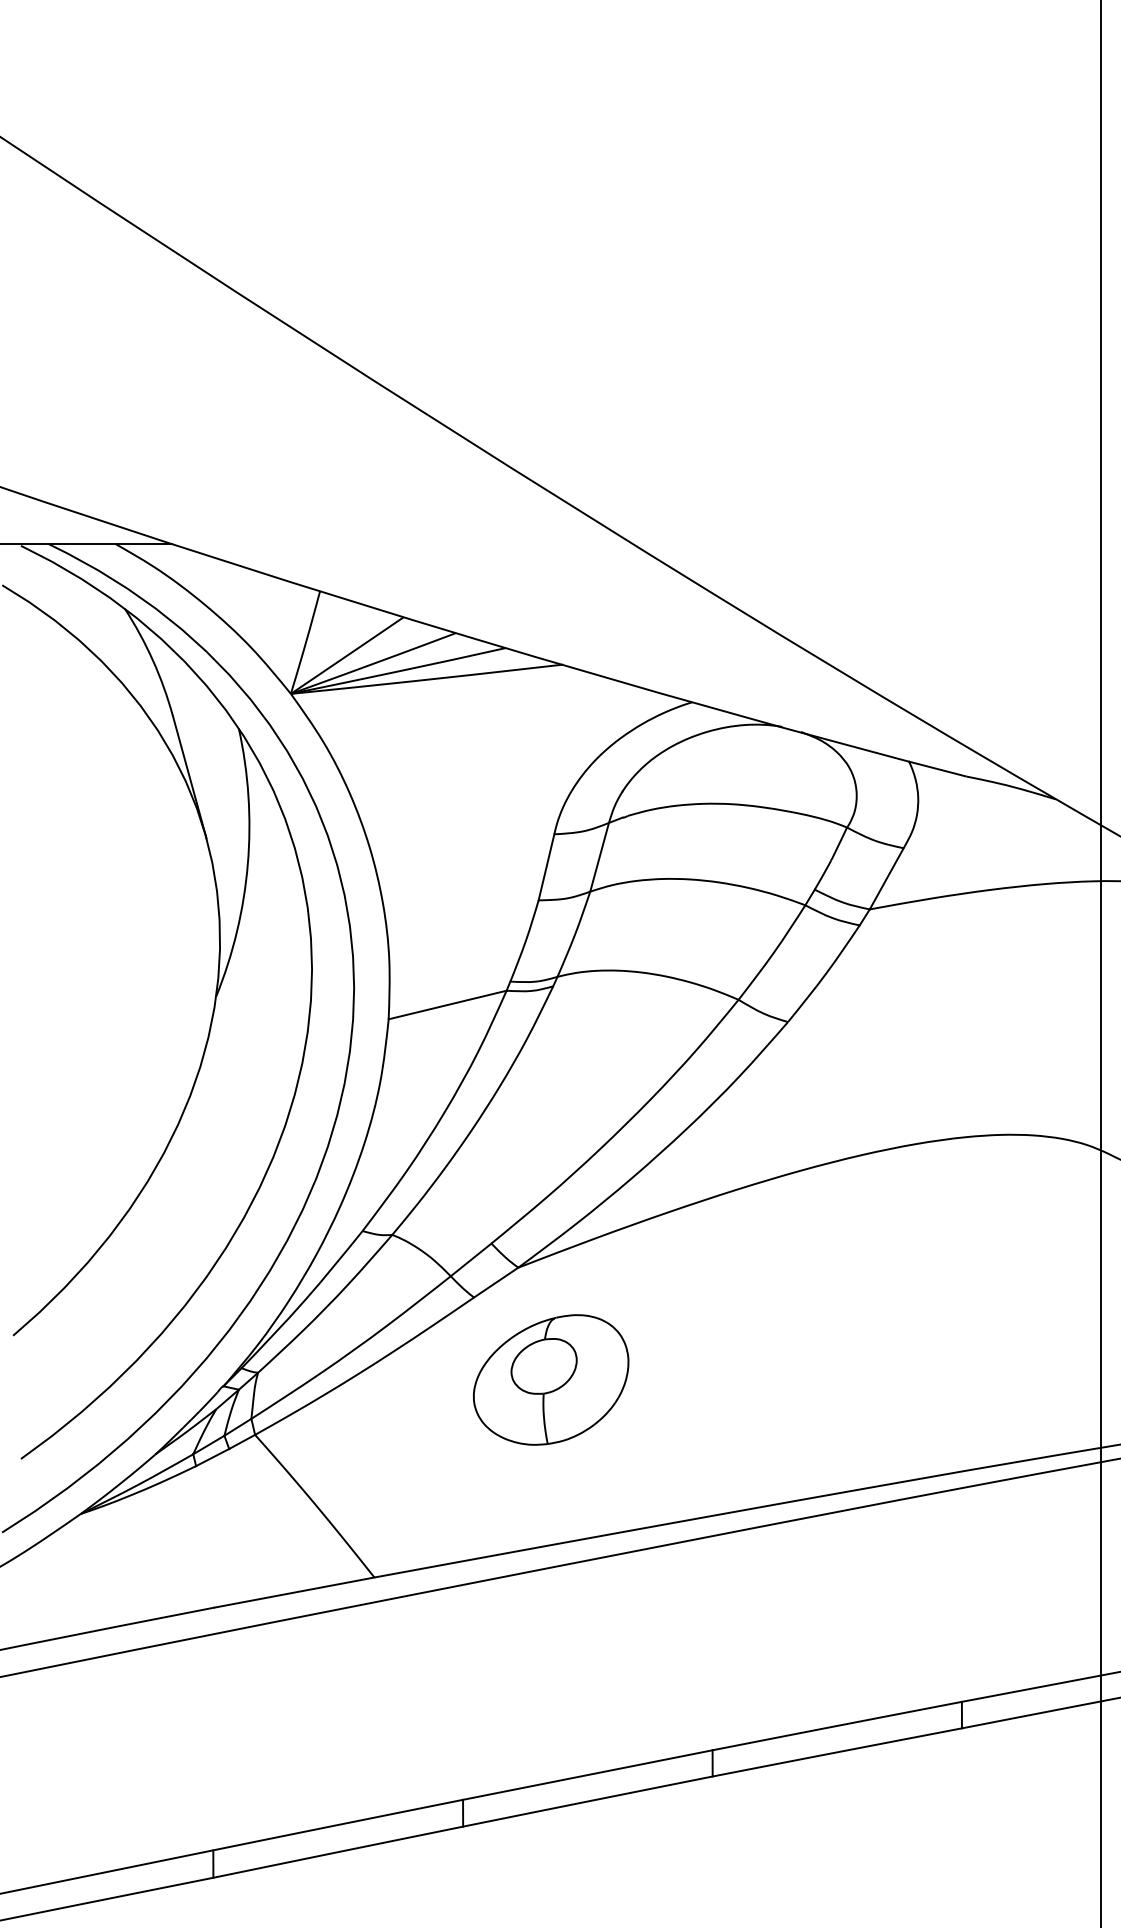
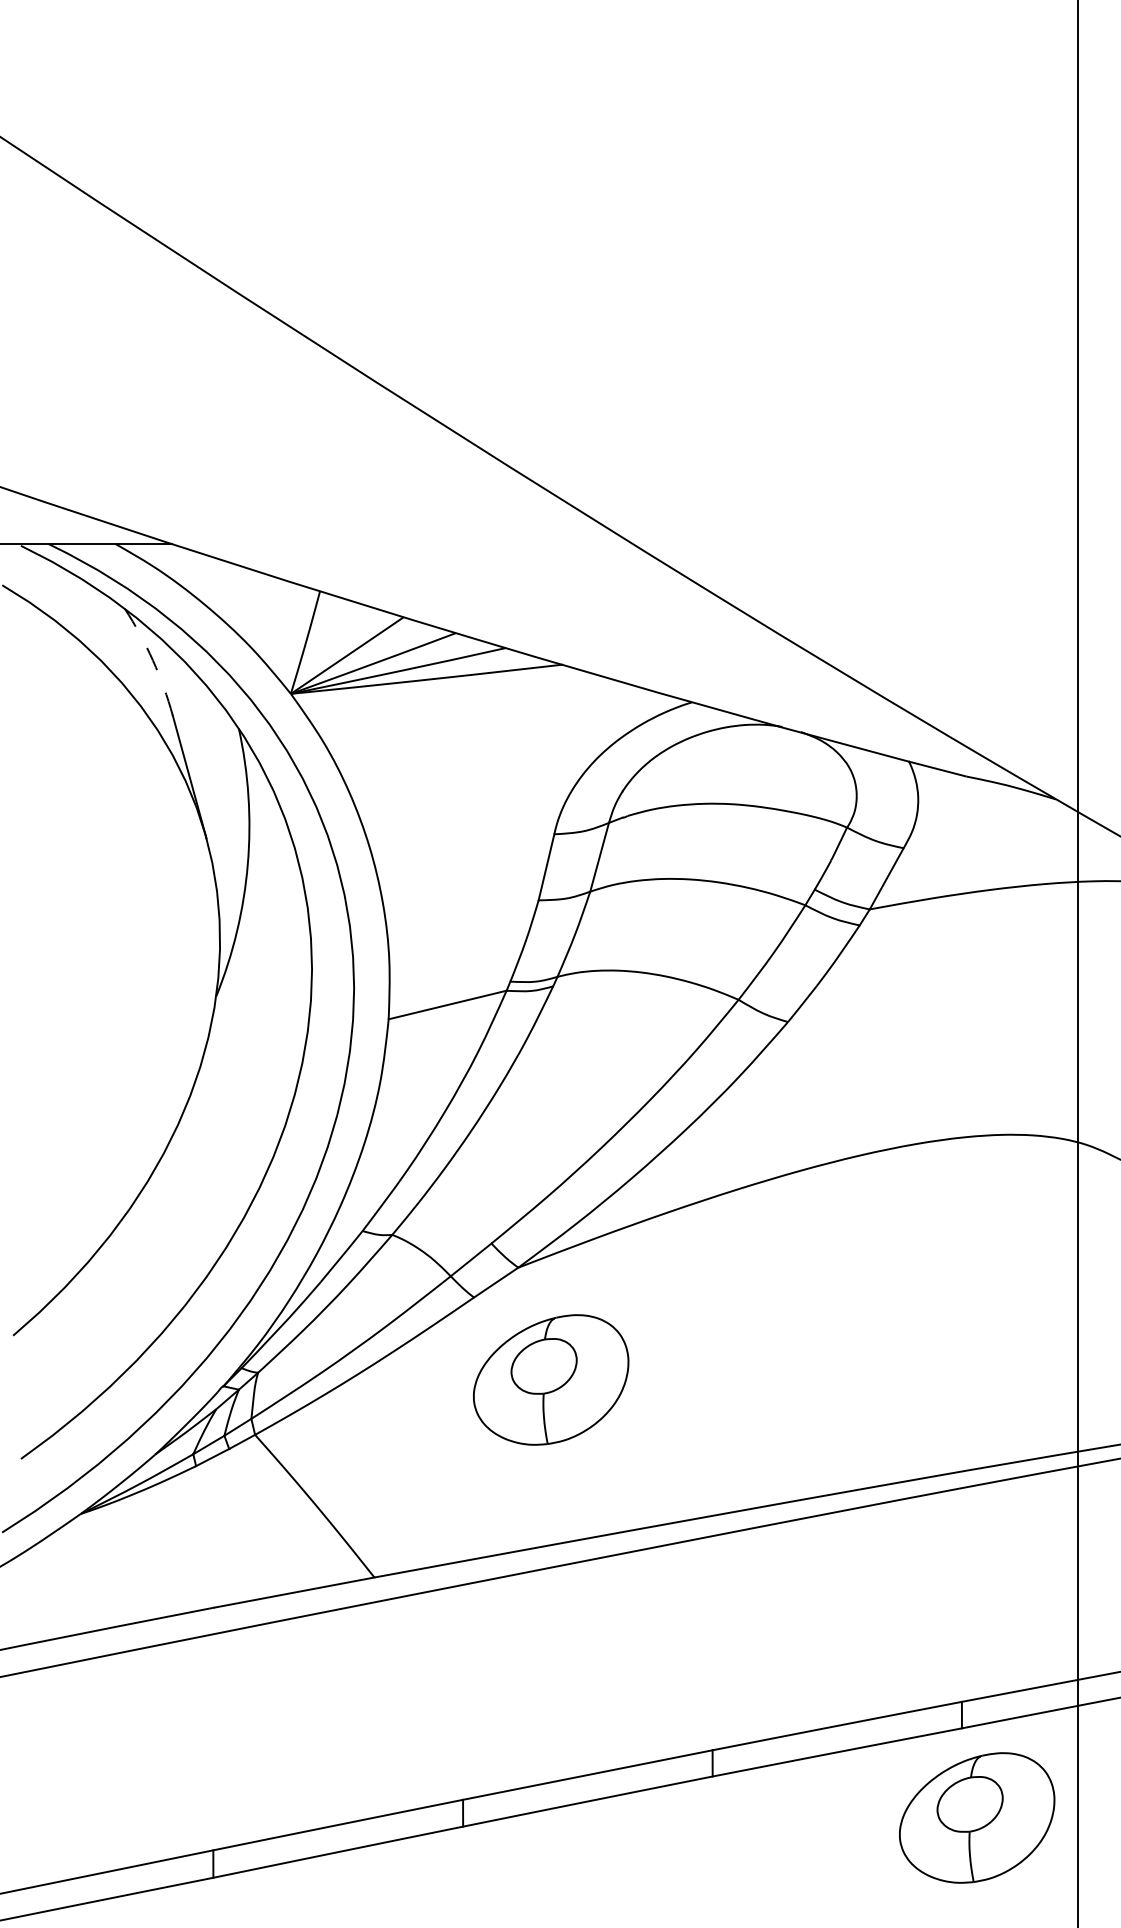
arc at (152, 660): solid -> dashed
line at (1100, 963) position: (1100, 963) -> (1077, 963)
part at (977, 1817): none -> present
